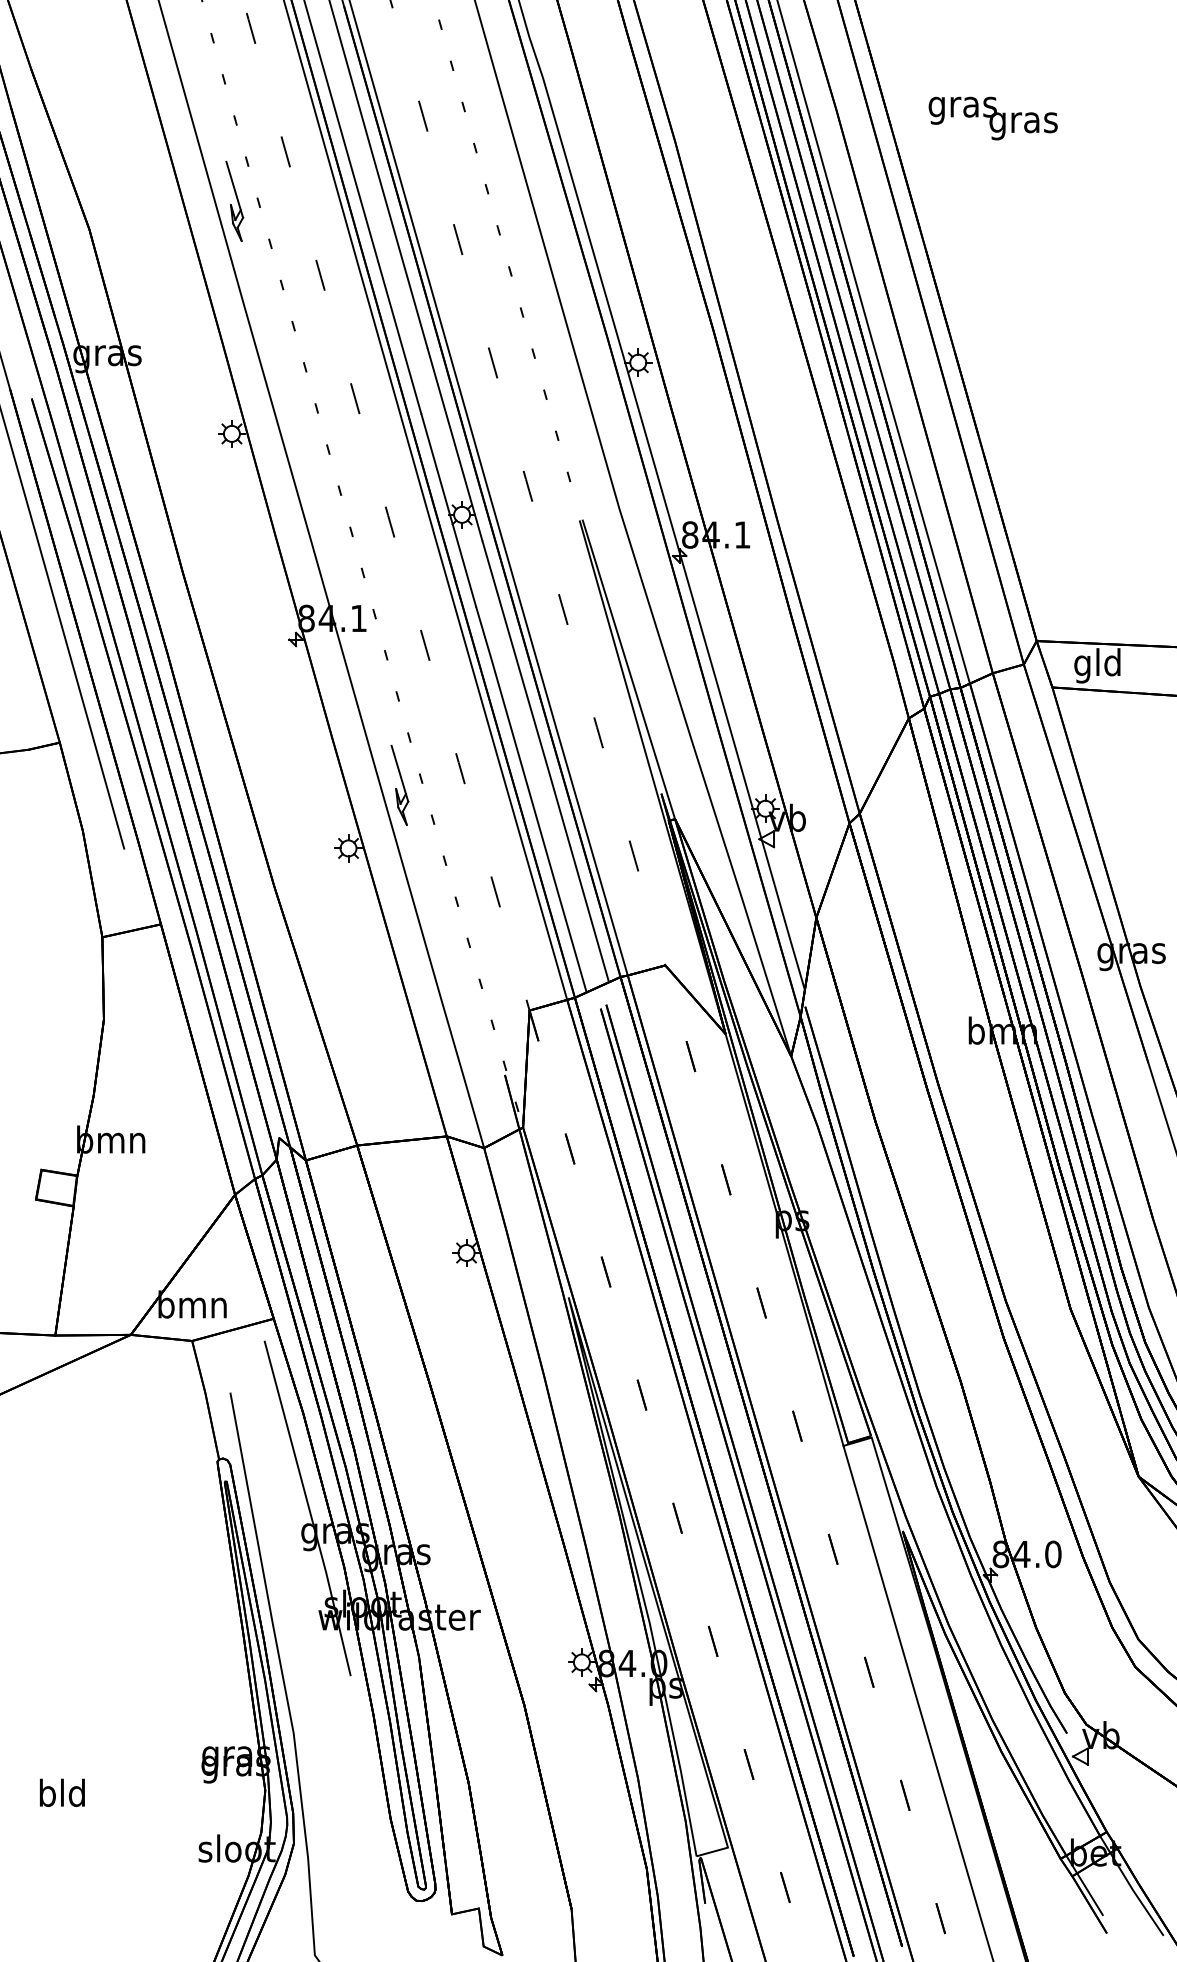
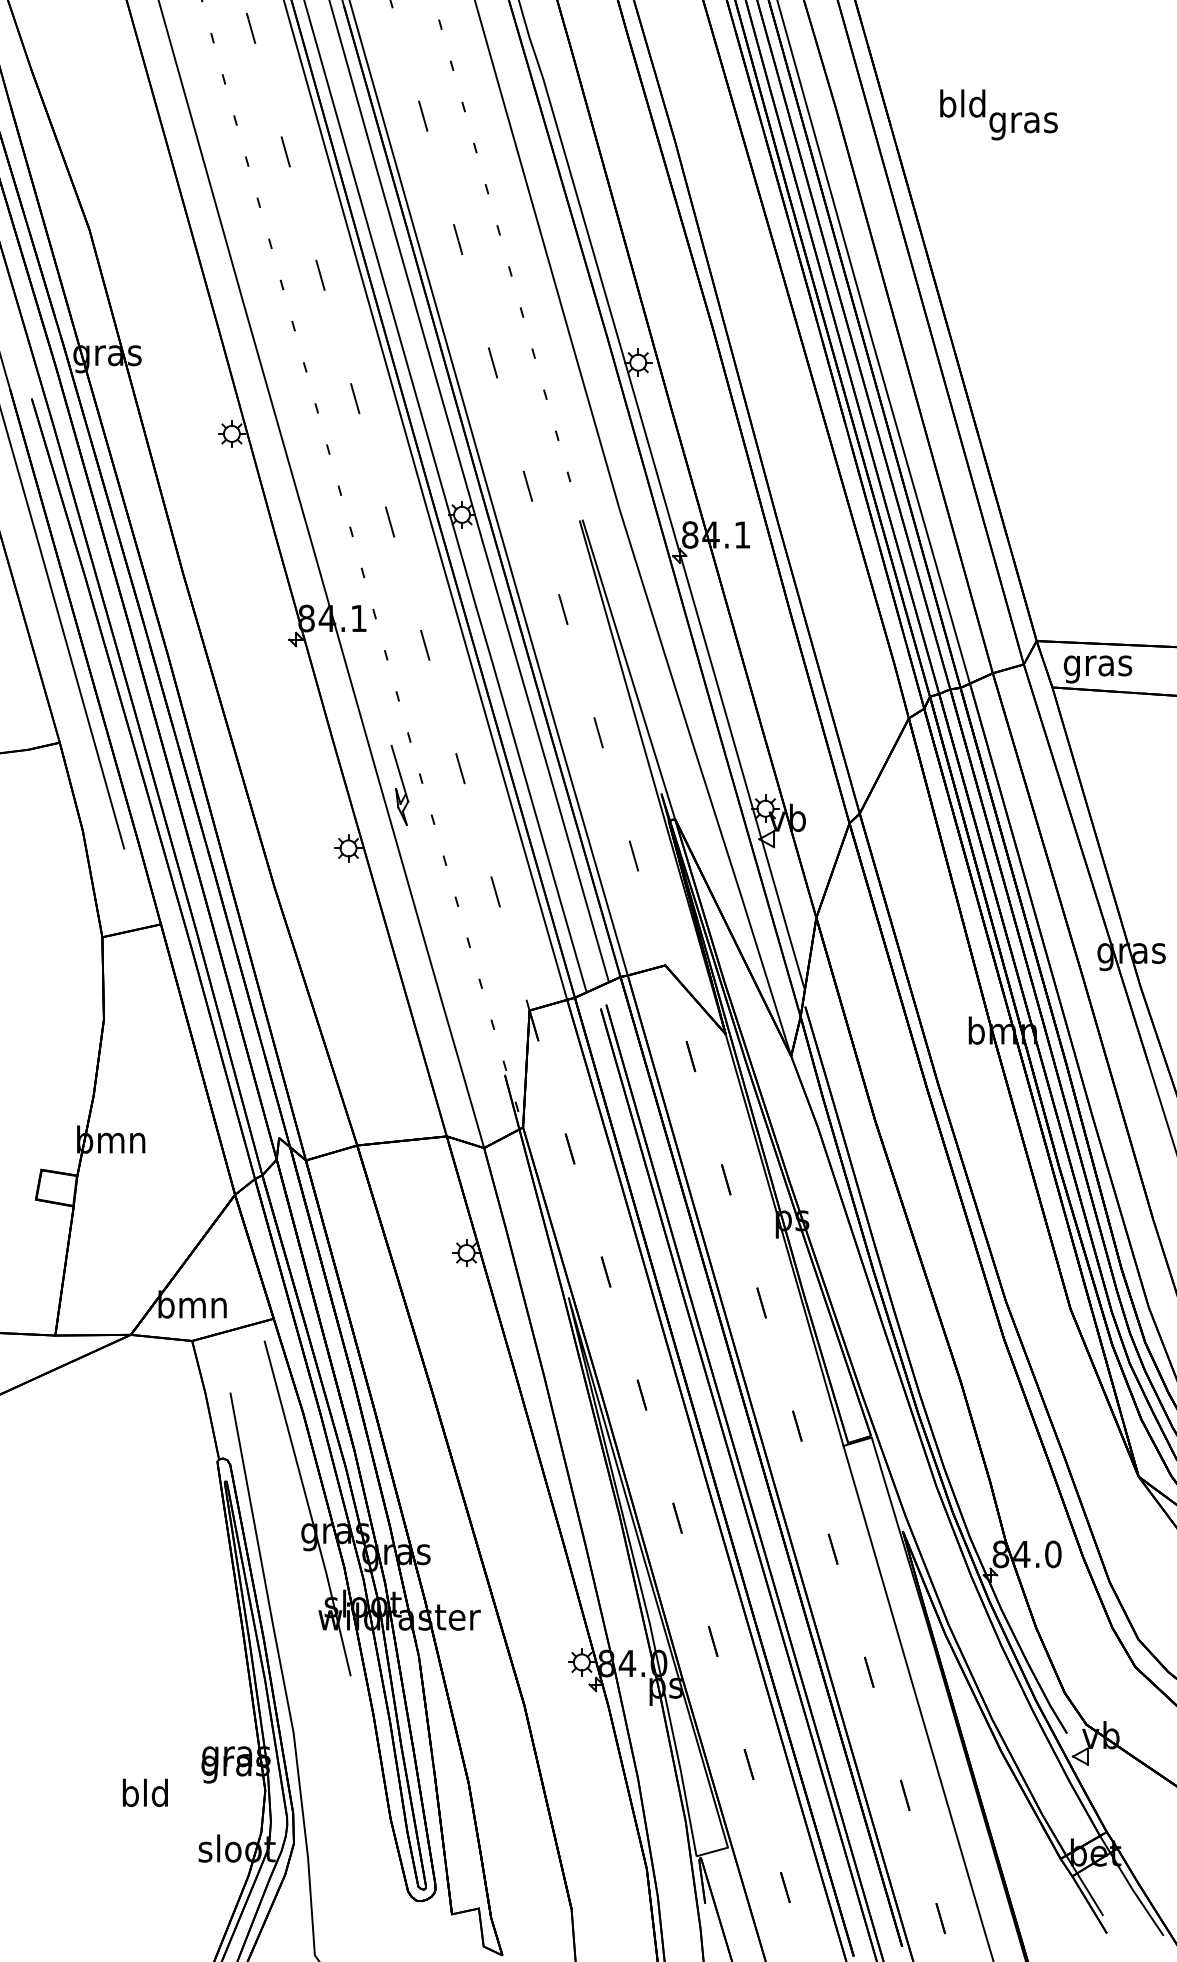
text at (962, 106): gras -> bld
part at (234, 201): present -> none
text at (1097, 665): gld -> gras
text at (62, 1792) position: (62, 1792) -> (145, 1792)
